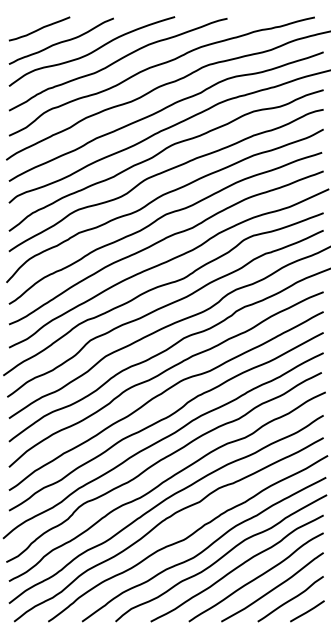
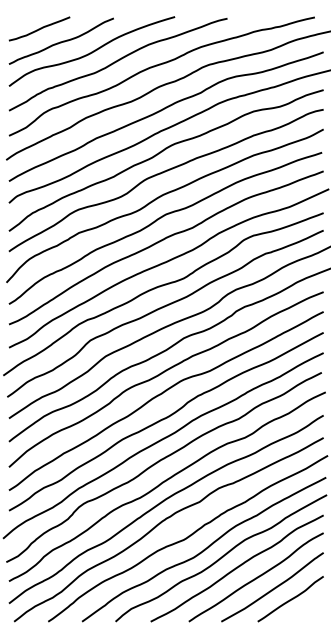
line at (307, 611): present -> none
